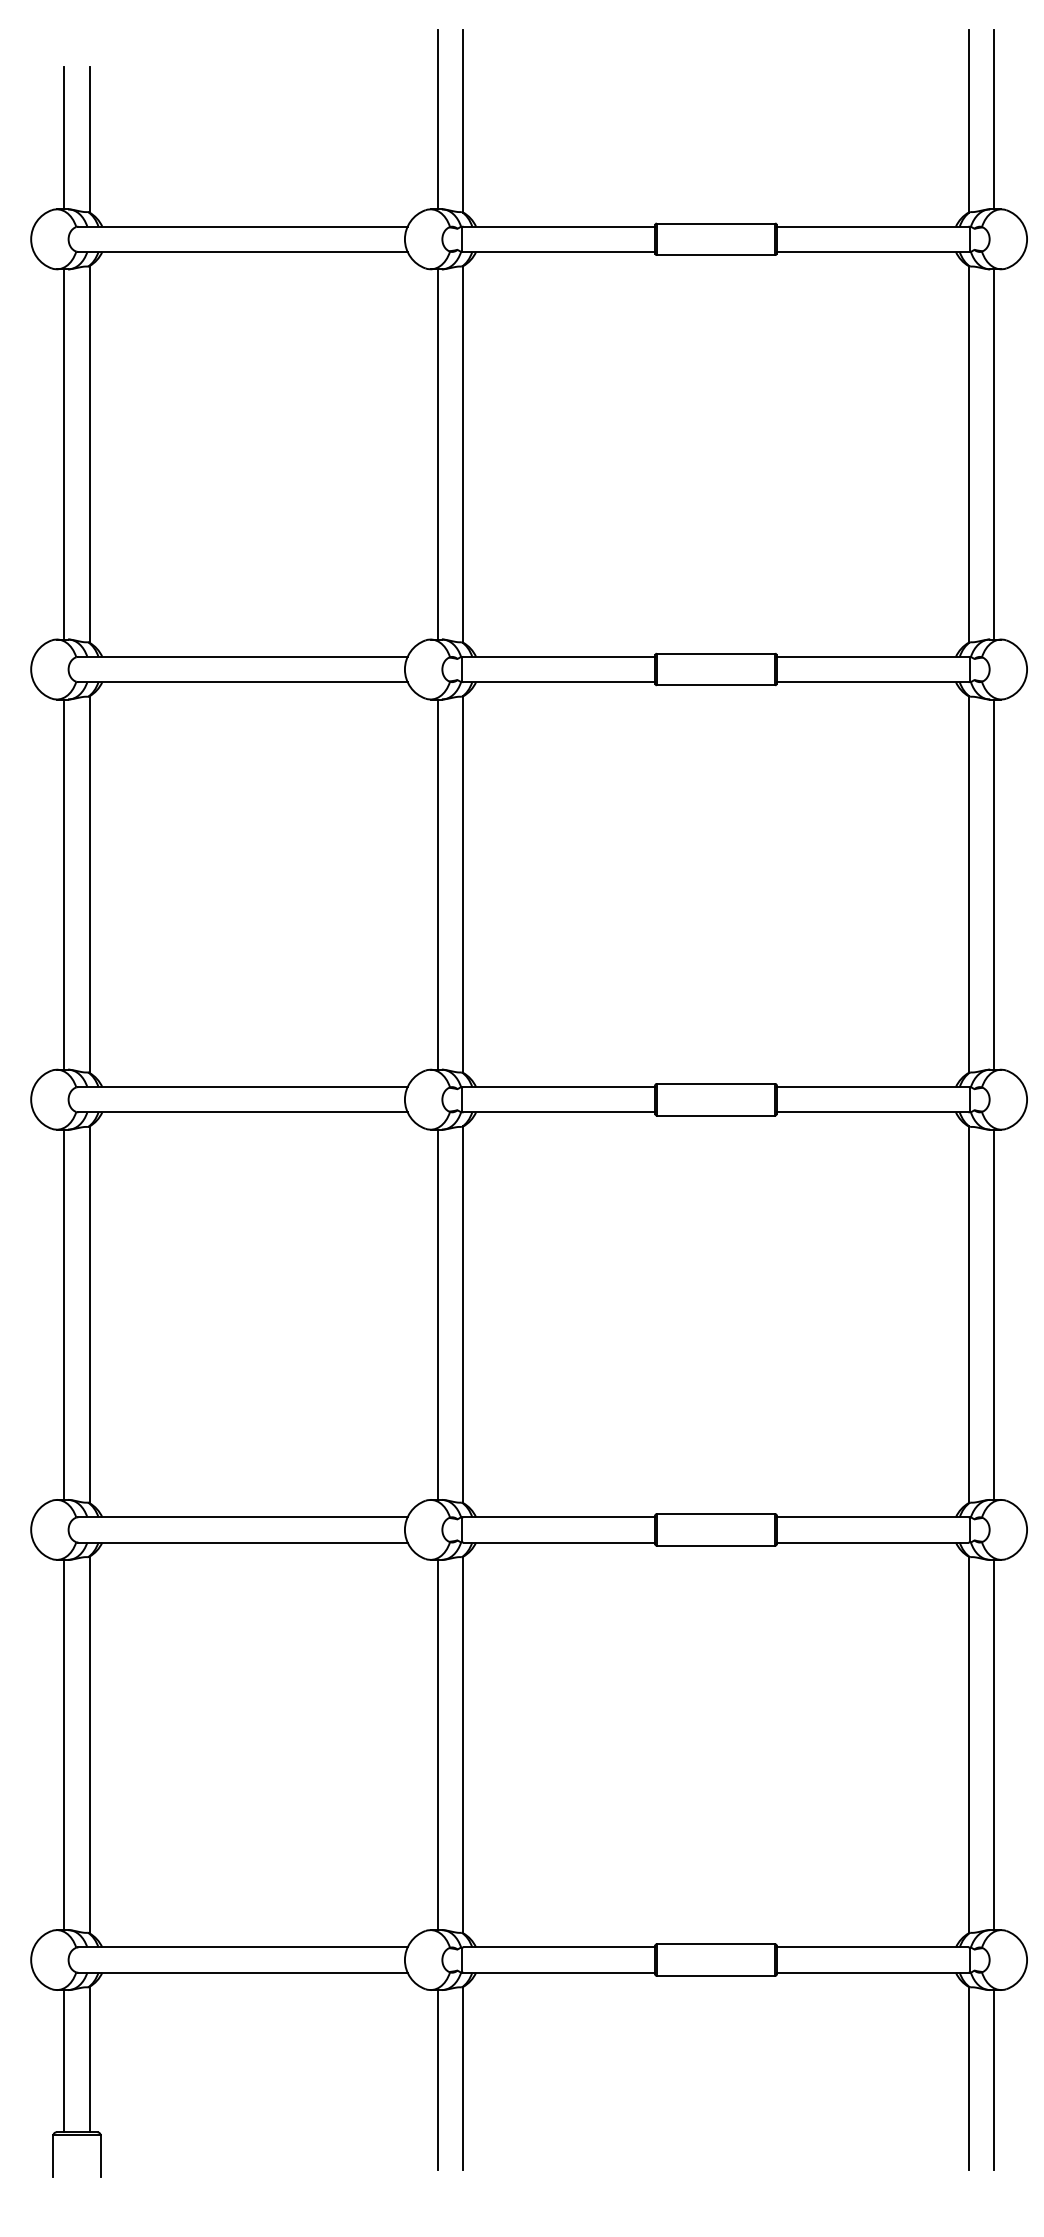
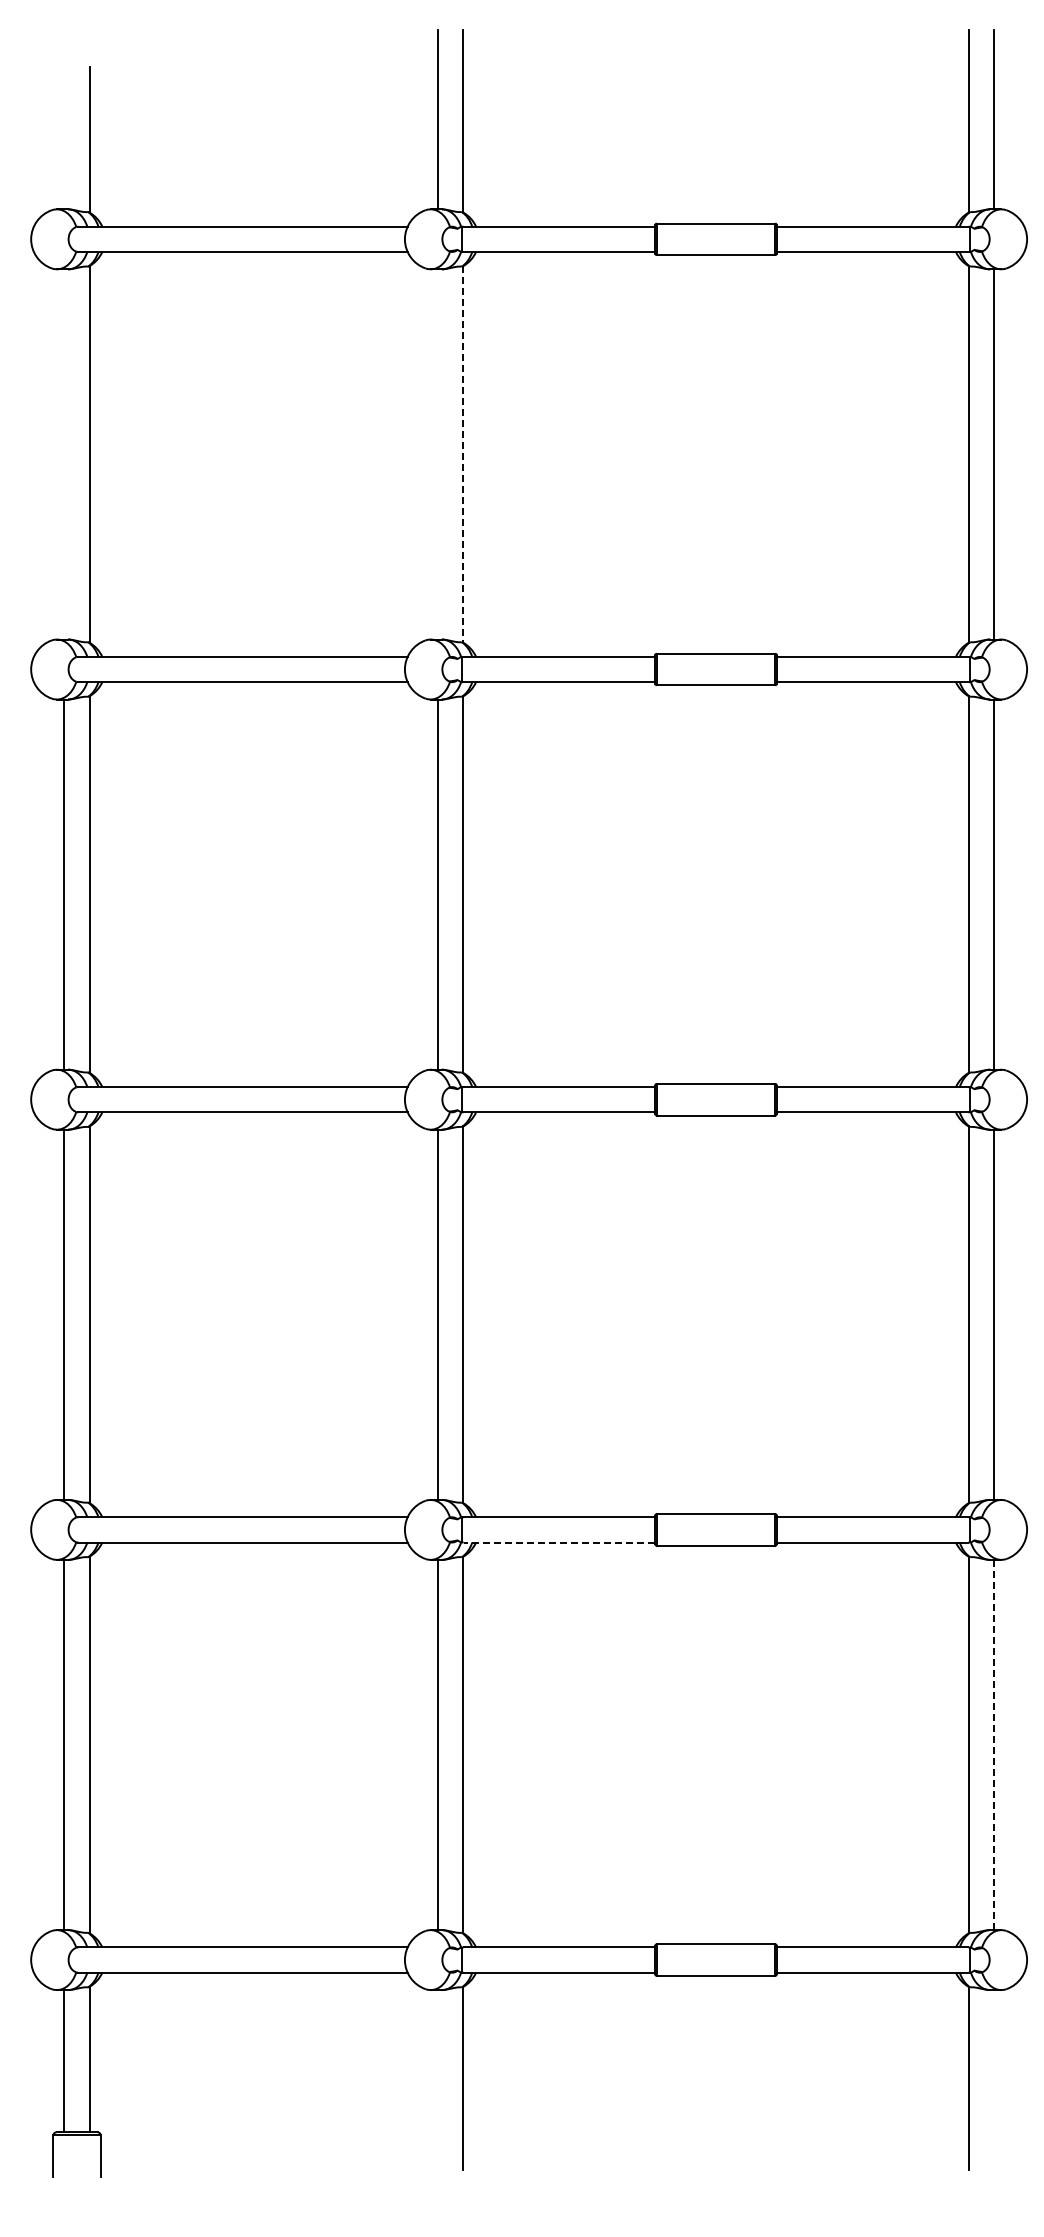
line at (64, 138): present -> none
line at (64, 454): present -> none
line at (438, 454): present -> none
line at (463, 454): solid -> dashed
line at (559, 1542): solid -> dashed
line at (993, 1745): solid -> dashed
line at (438, 2079): present -> none
line at (993, 2079): present -> none
